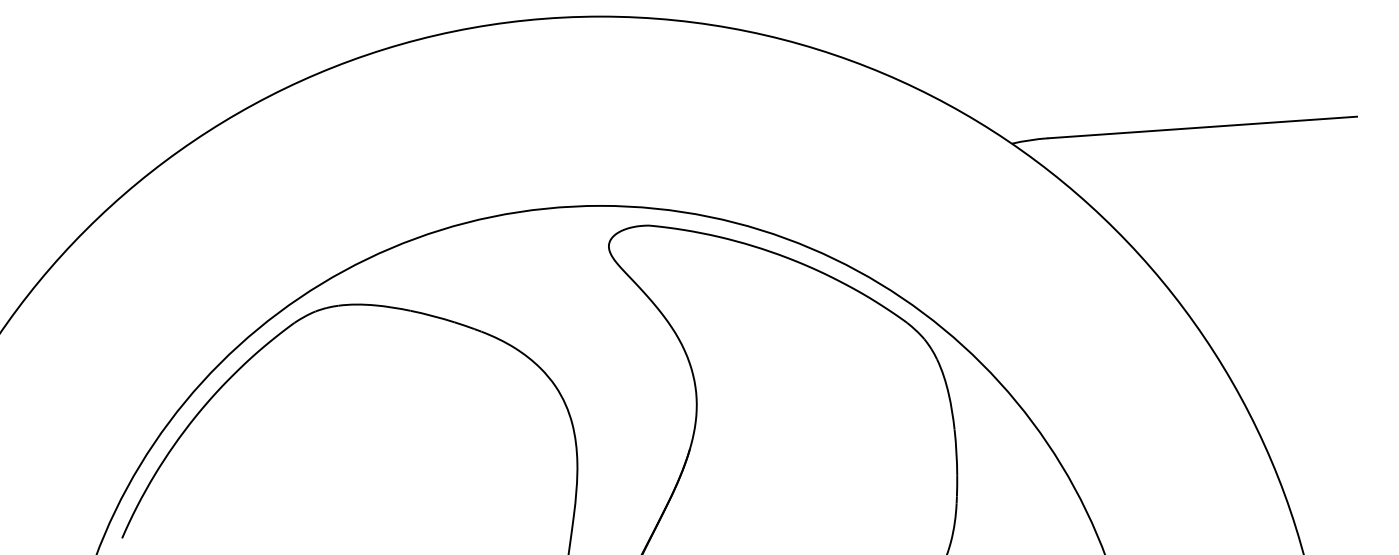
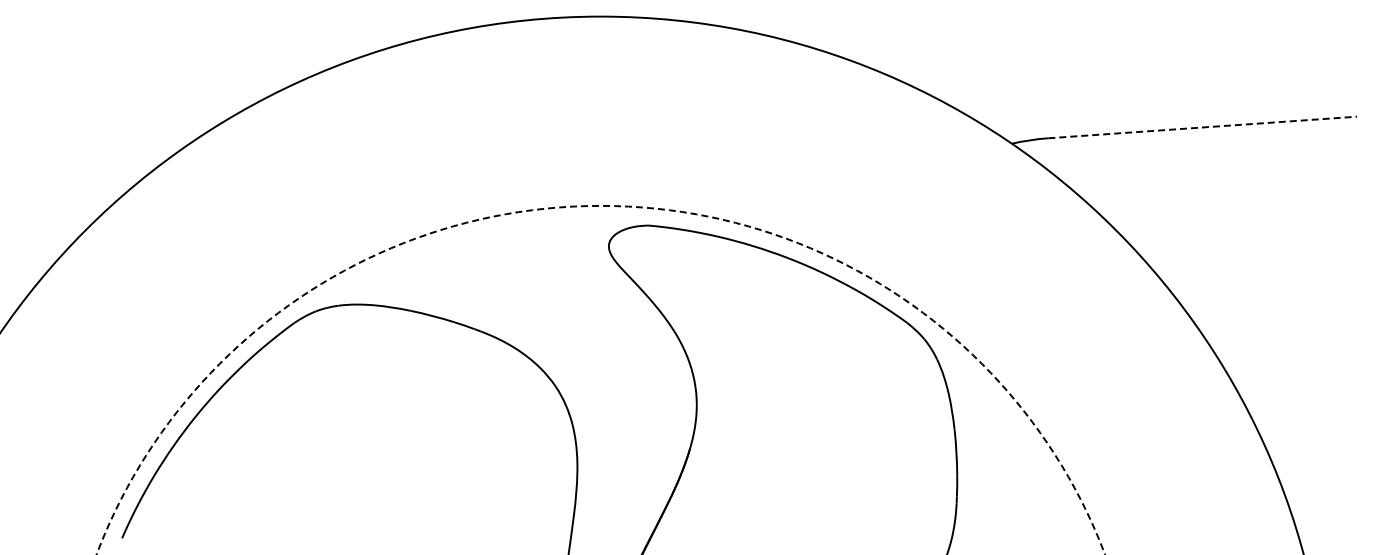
line at (1202, 127): solid -> dashed
circle at (600, 379): solid -> dashed
